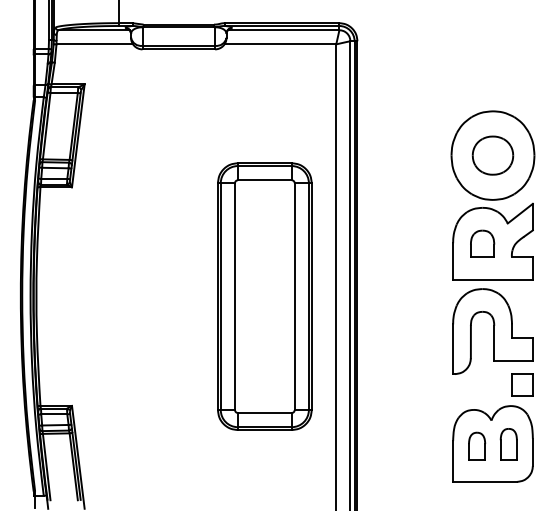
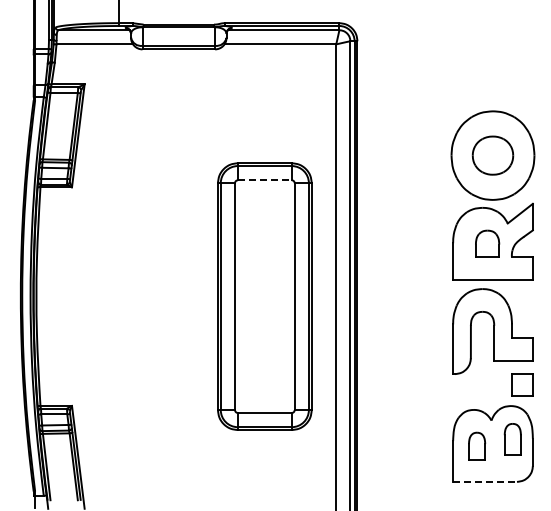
line at (264, 180): solid -> dashed
part at (482, 243) position: (482, 243) -> (487, 243)
part at (508, 444) position: (508, 444) -> (512, 439)
line at (485, 481): solid -> dashed
